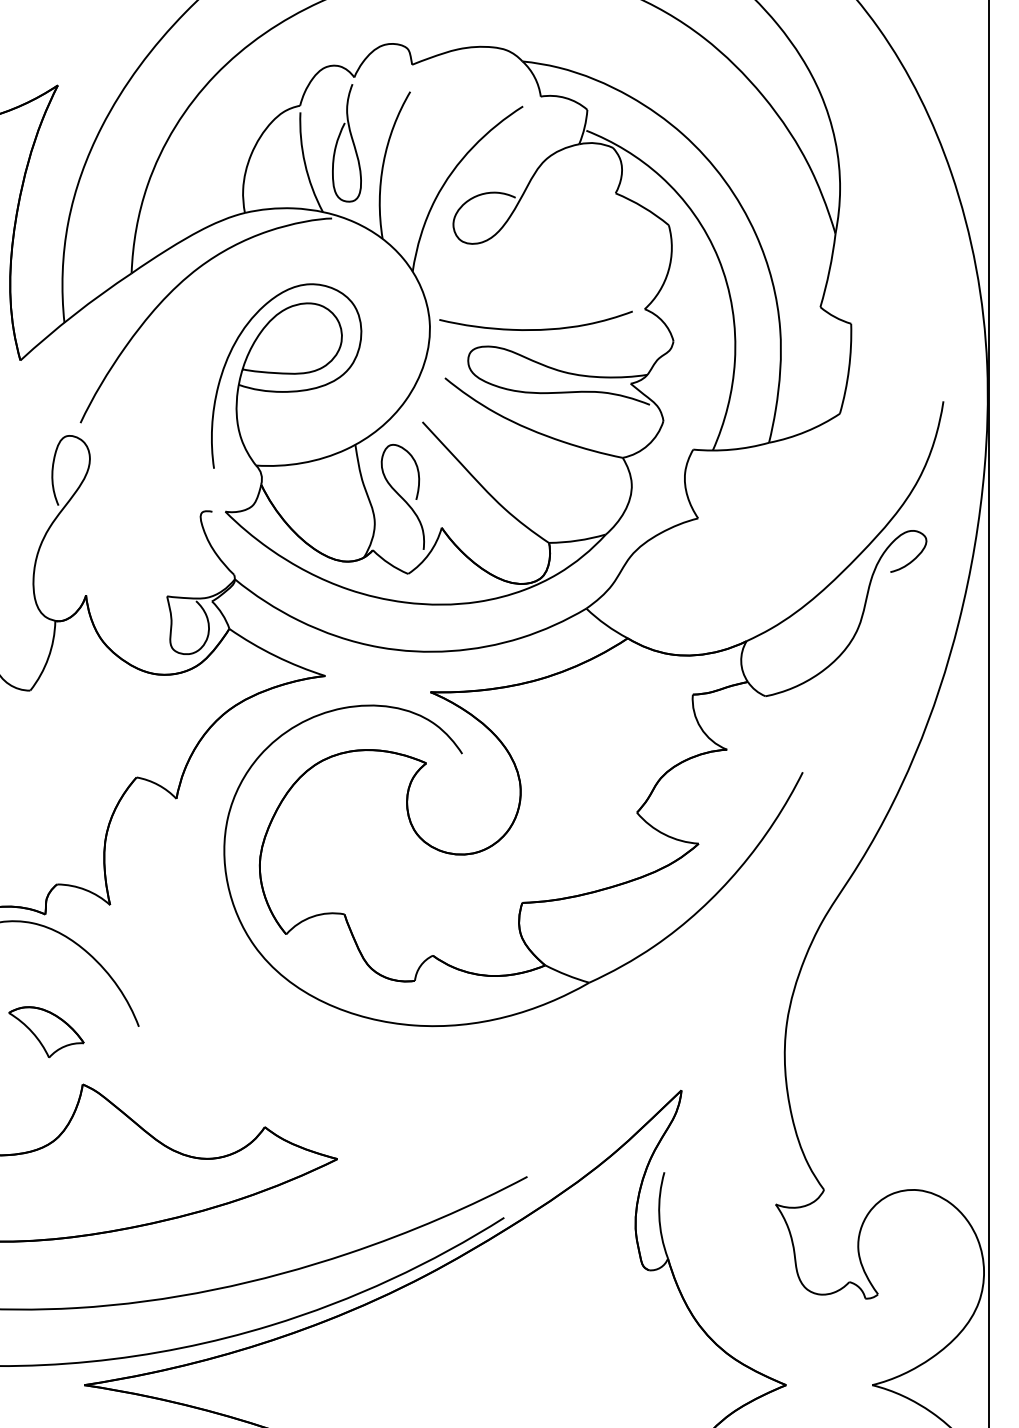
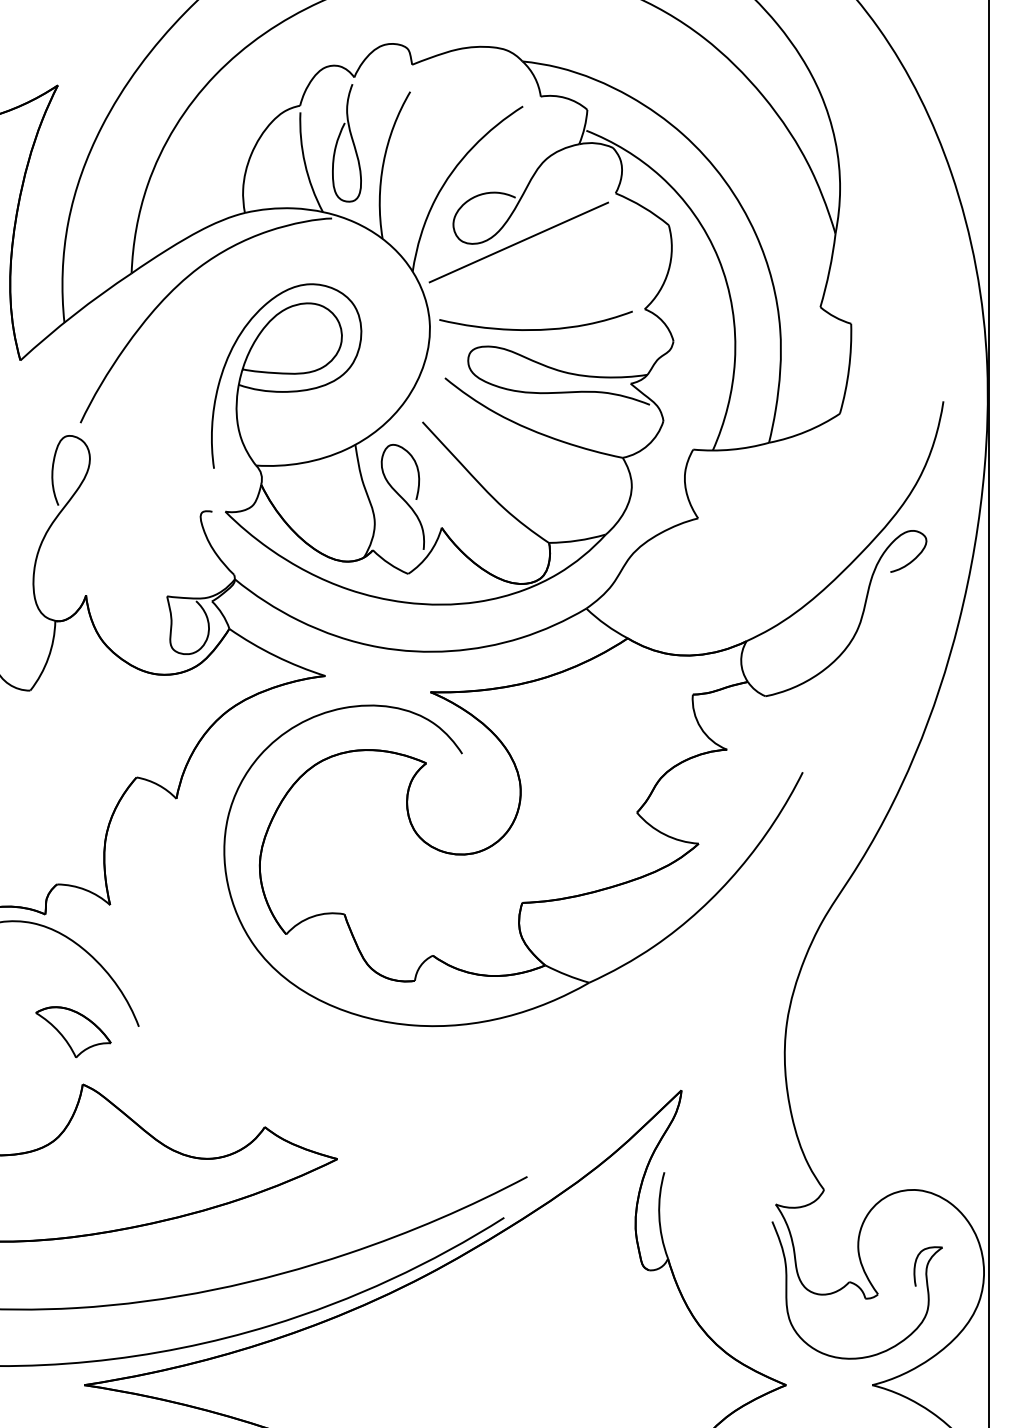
line at (518, 242): none -> present
part at (46, 1032) position: (46, 1032) -> (73, 1032)
part at (913, 1279): none -> present
